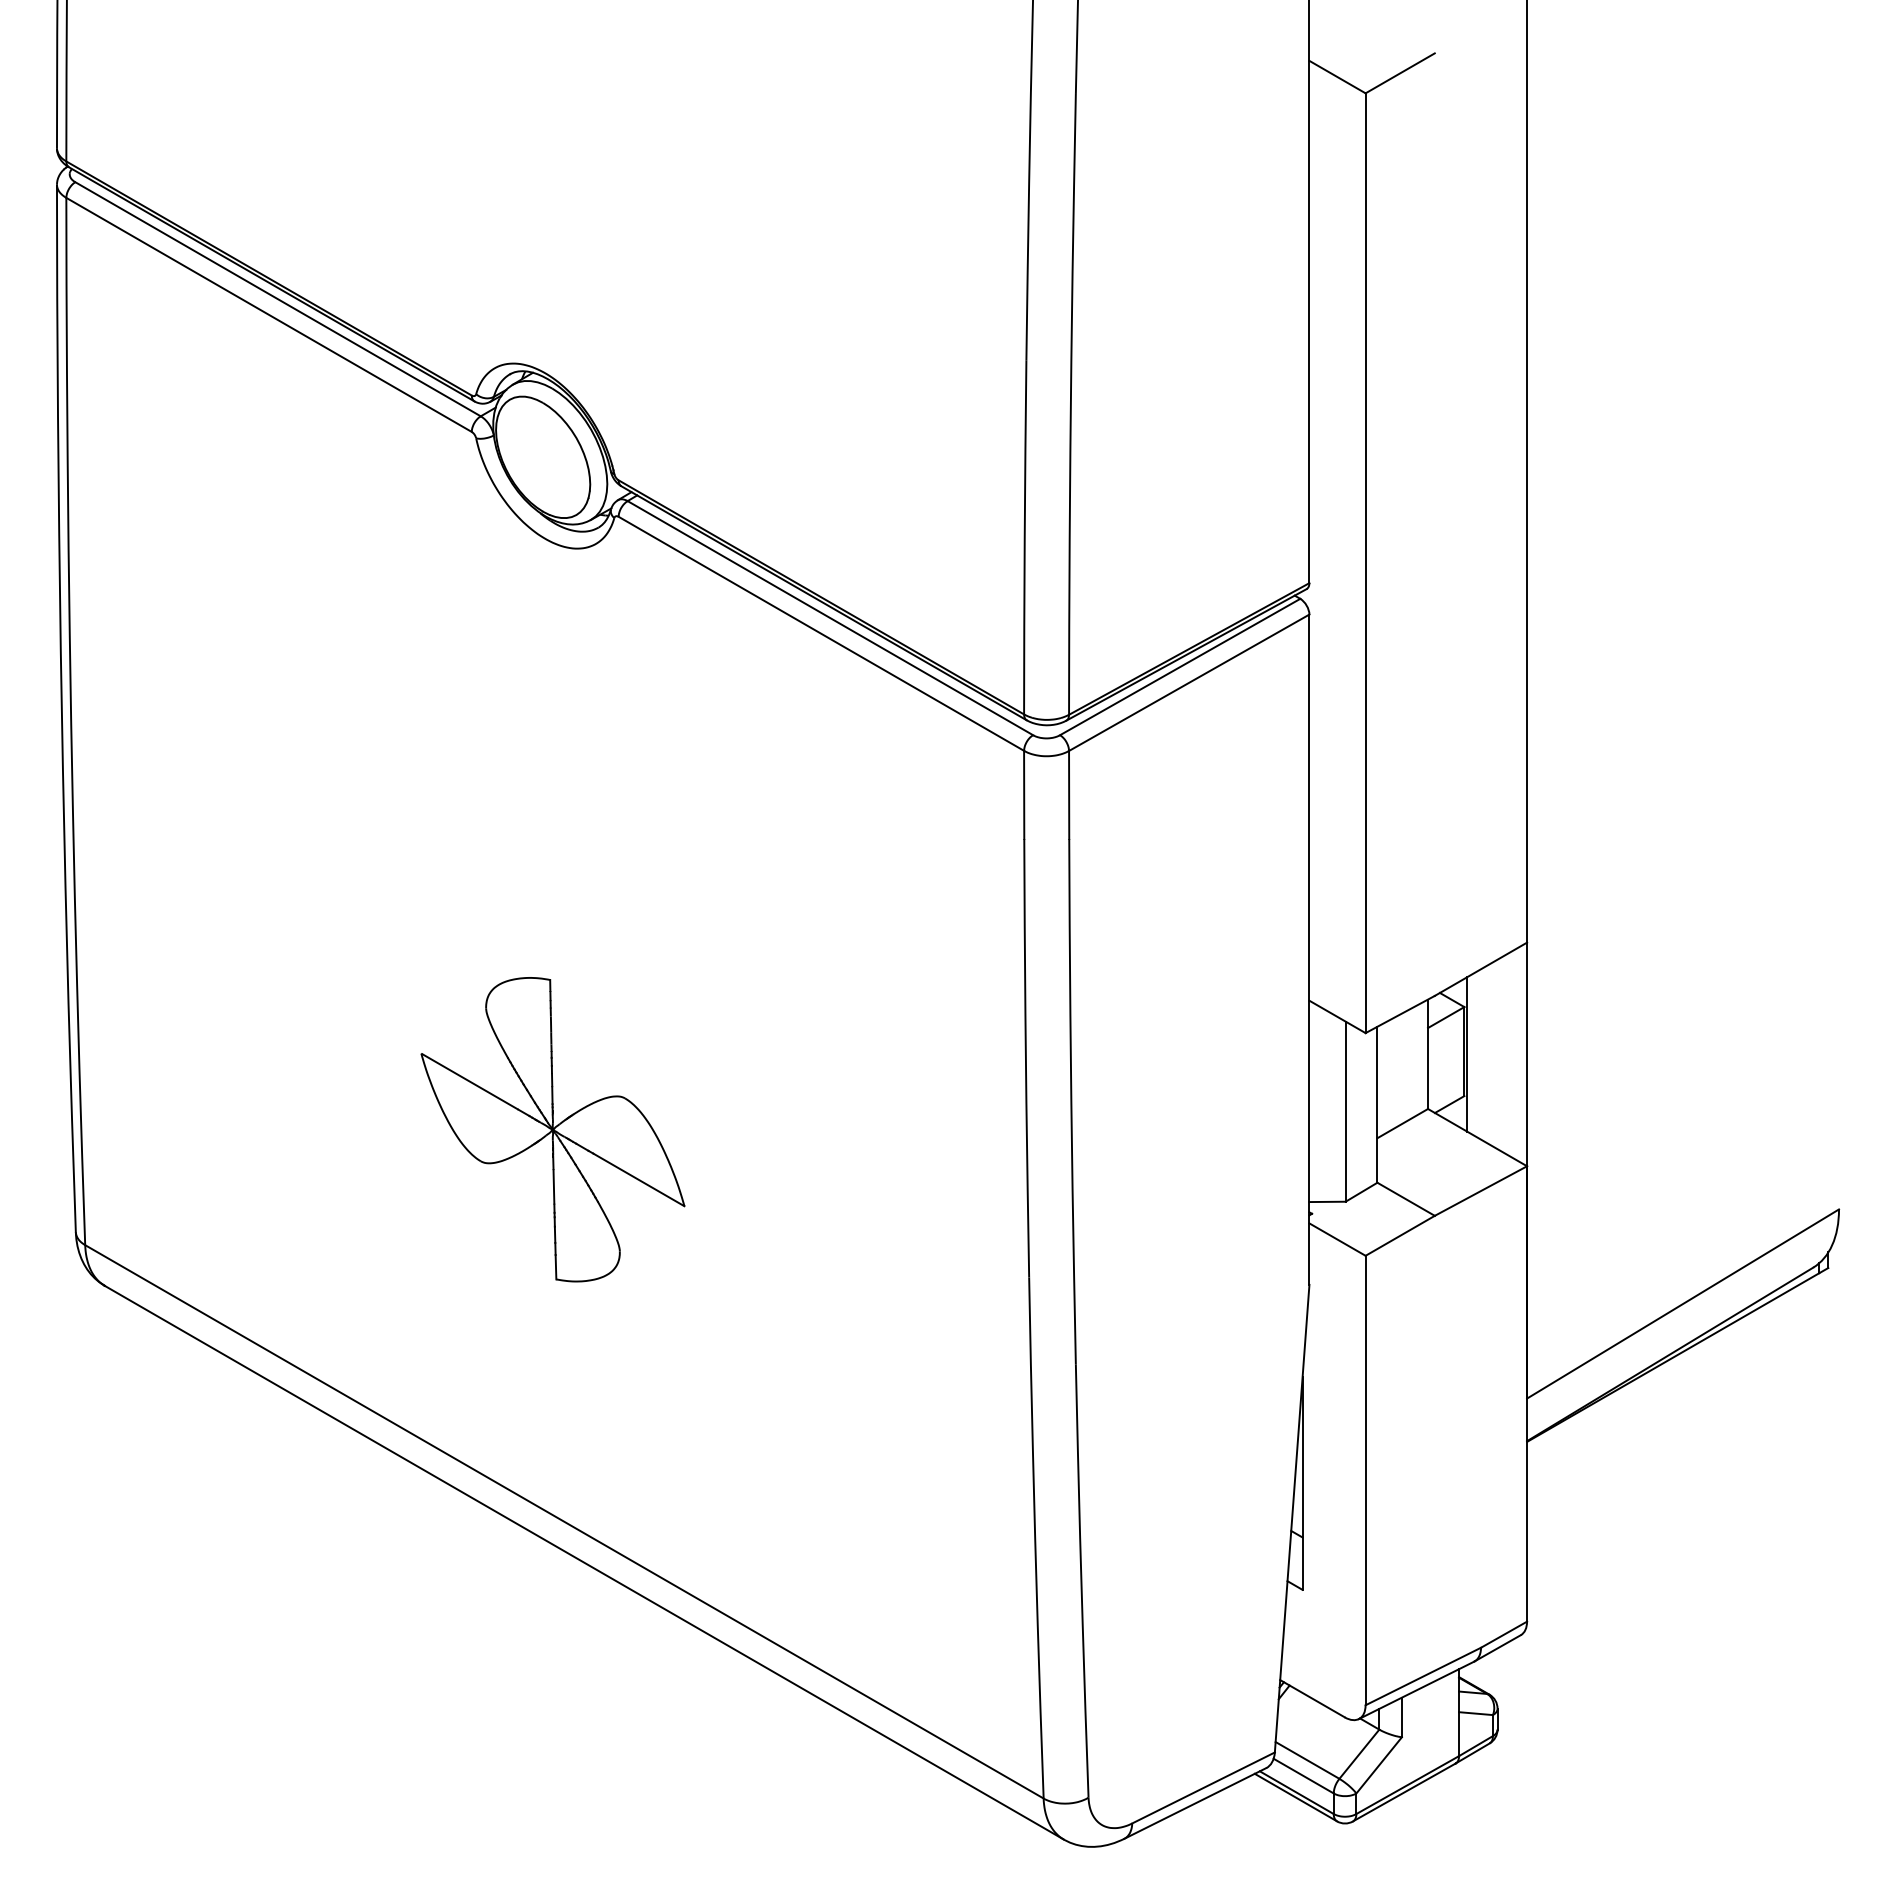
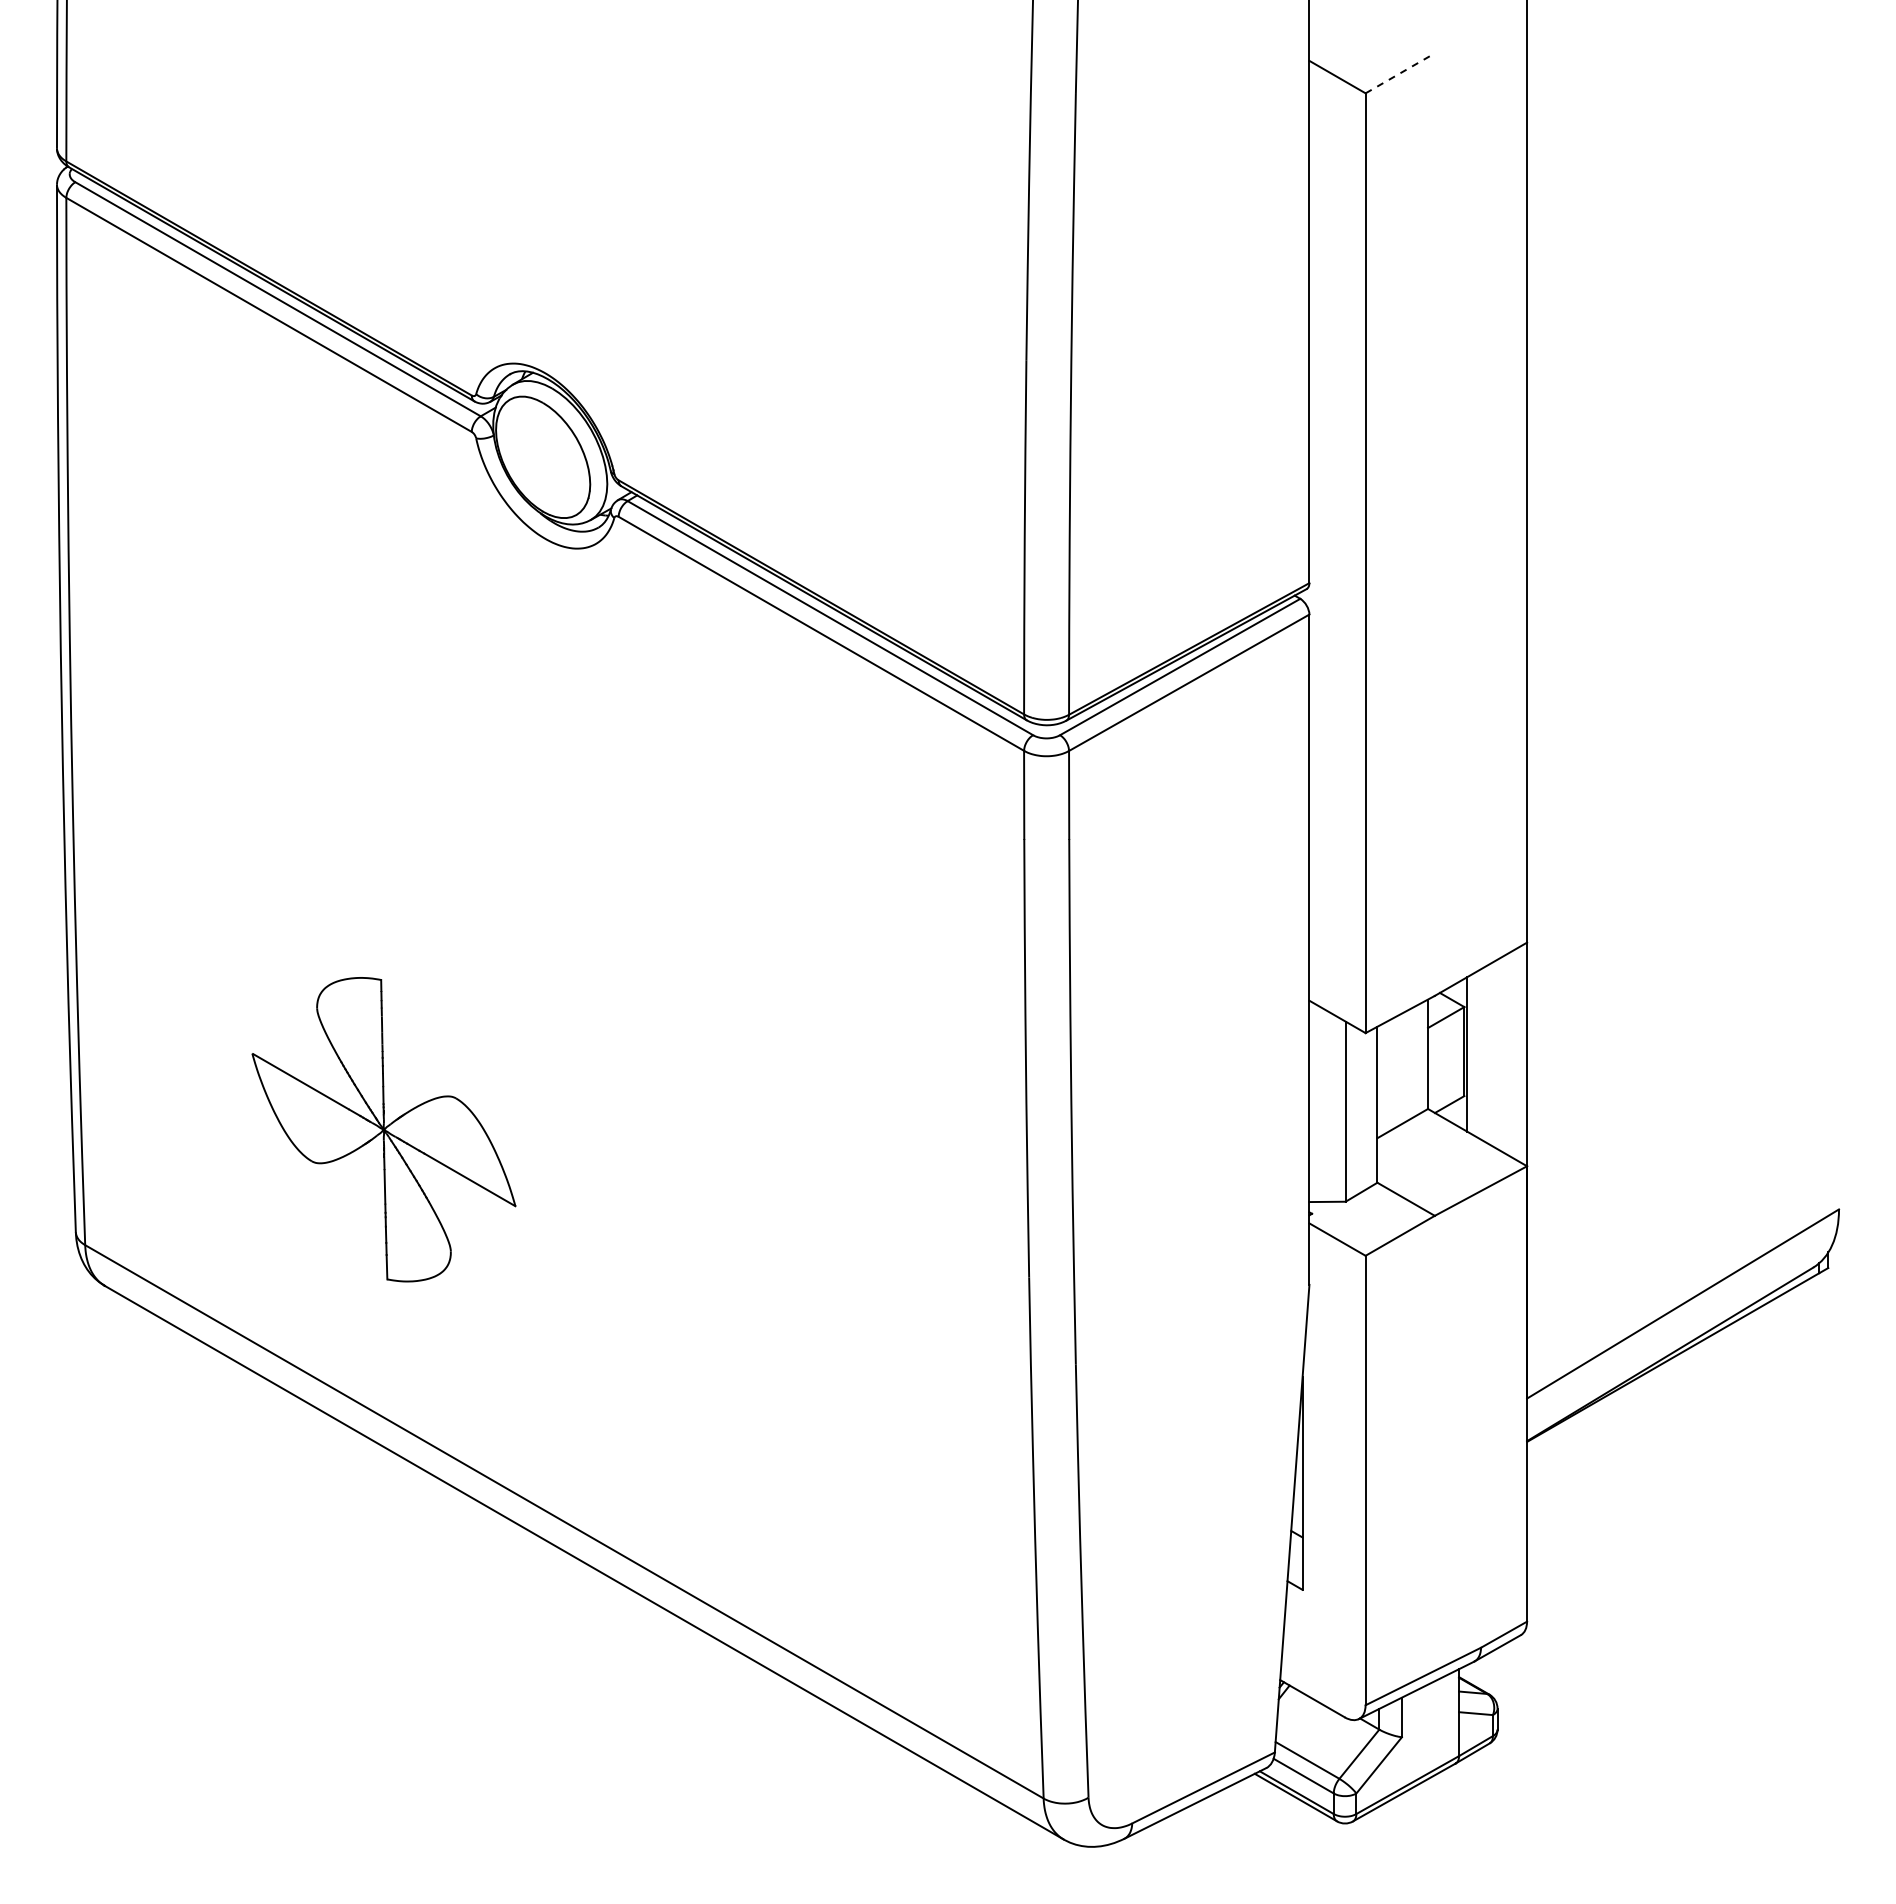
line at (1400, 73): solid -> dashed
part at (552, 1129) position: (552, 1129) -> (383, 1129)
